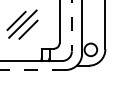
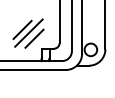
part at (22, 24) position: (22, 24) -> (28, 33)
line at (71, 26): dashed -> solid
line at (32, 70): dashed -> solid
